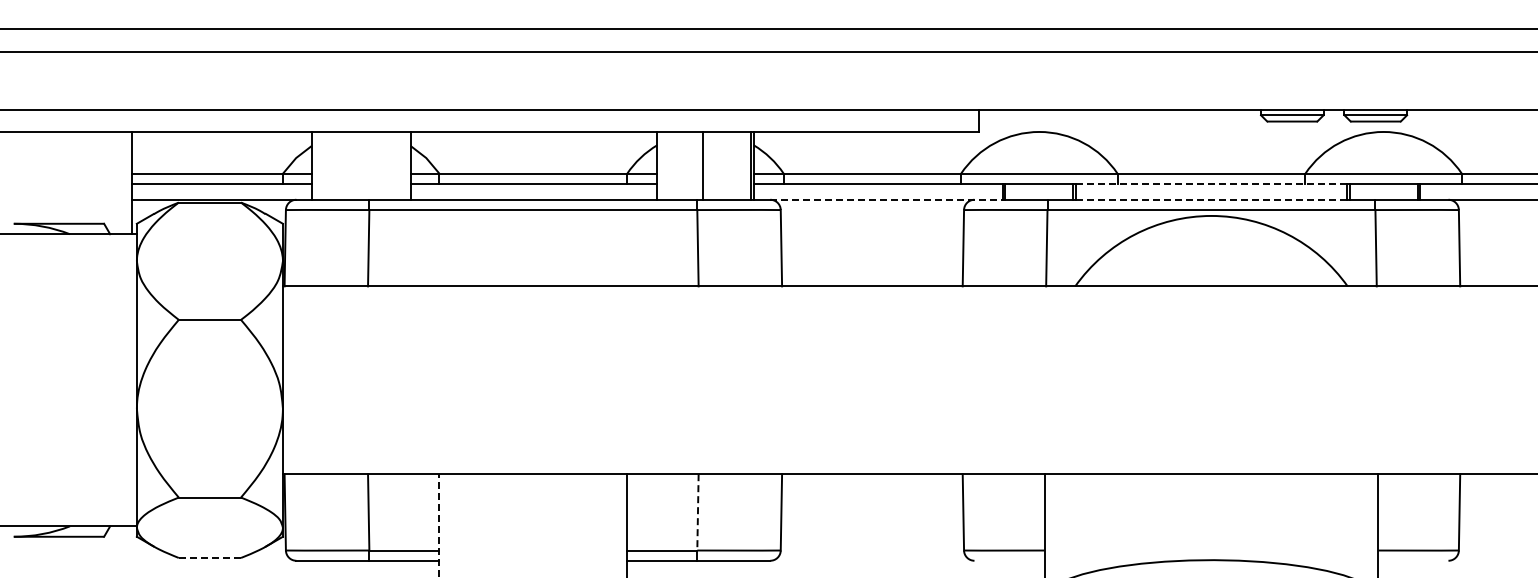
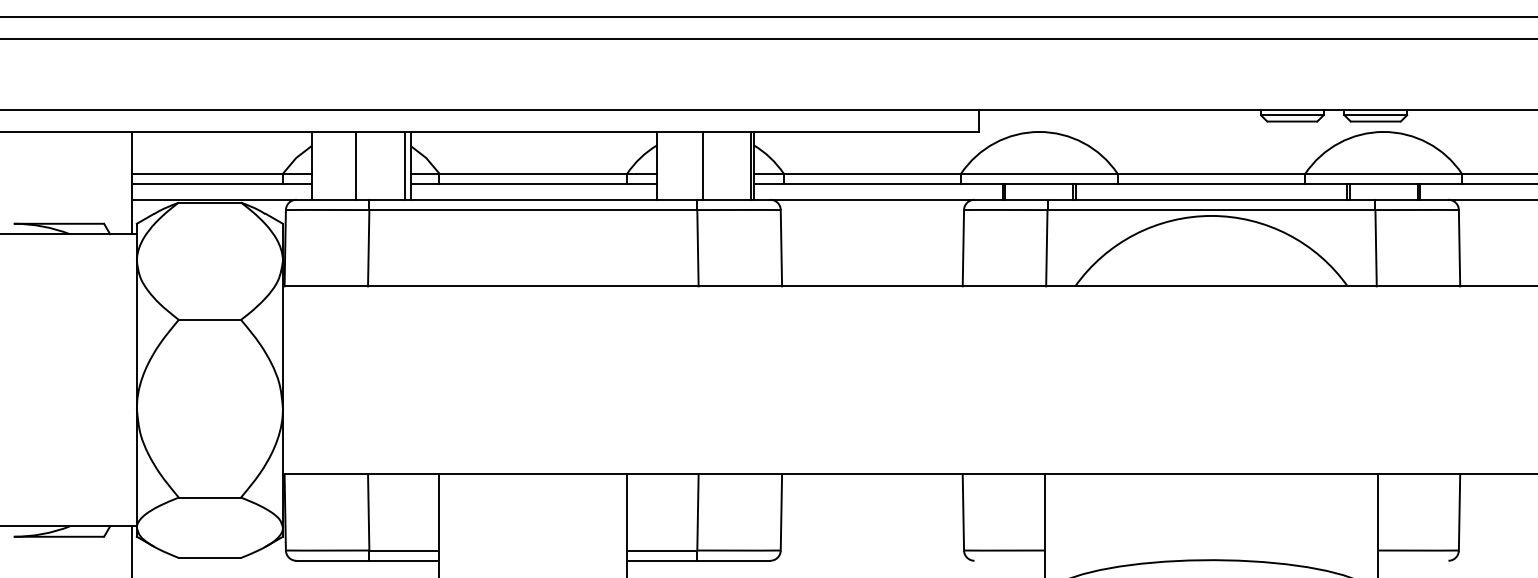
line at (768, 29) position: (768, 29) -> (768, 17)
line at (768, 52) position: (768, 52) -> (768, 39)
line at (355, 165): none -> present
line at (405, 165): none -> present
line at (1211, 184): dashed -> solid
line at (887, 199): dashed -> solid
line at (1211, 199): dashed -> solid
line at (697, 512): dashed -> solid
line at (439, 525): dashed -> solid
line at (131, 550): none -> present
line at (209, 557): dashed -> solid
